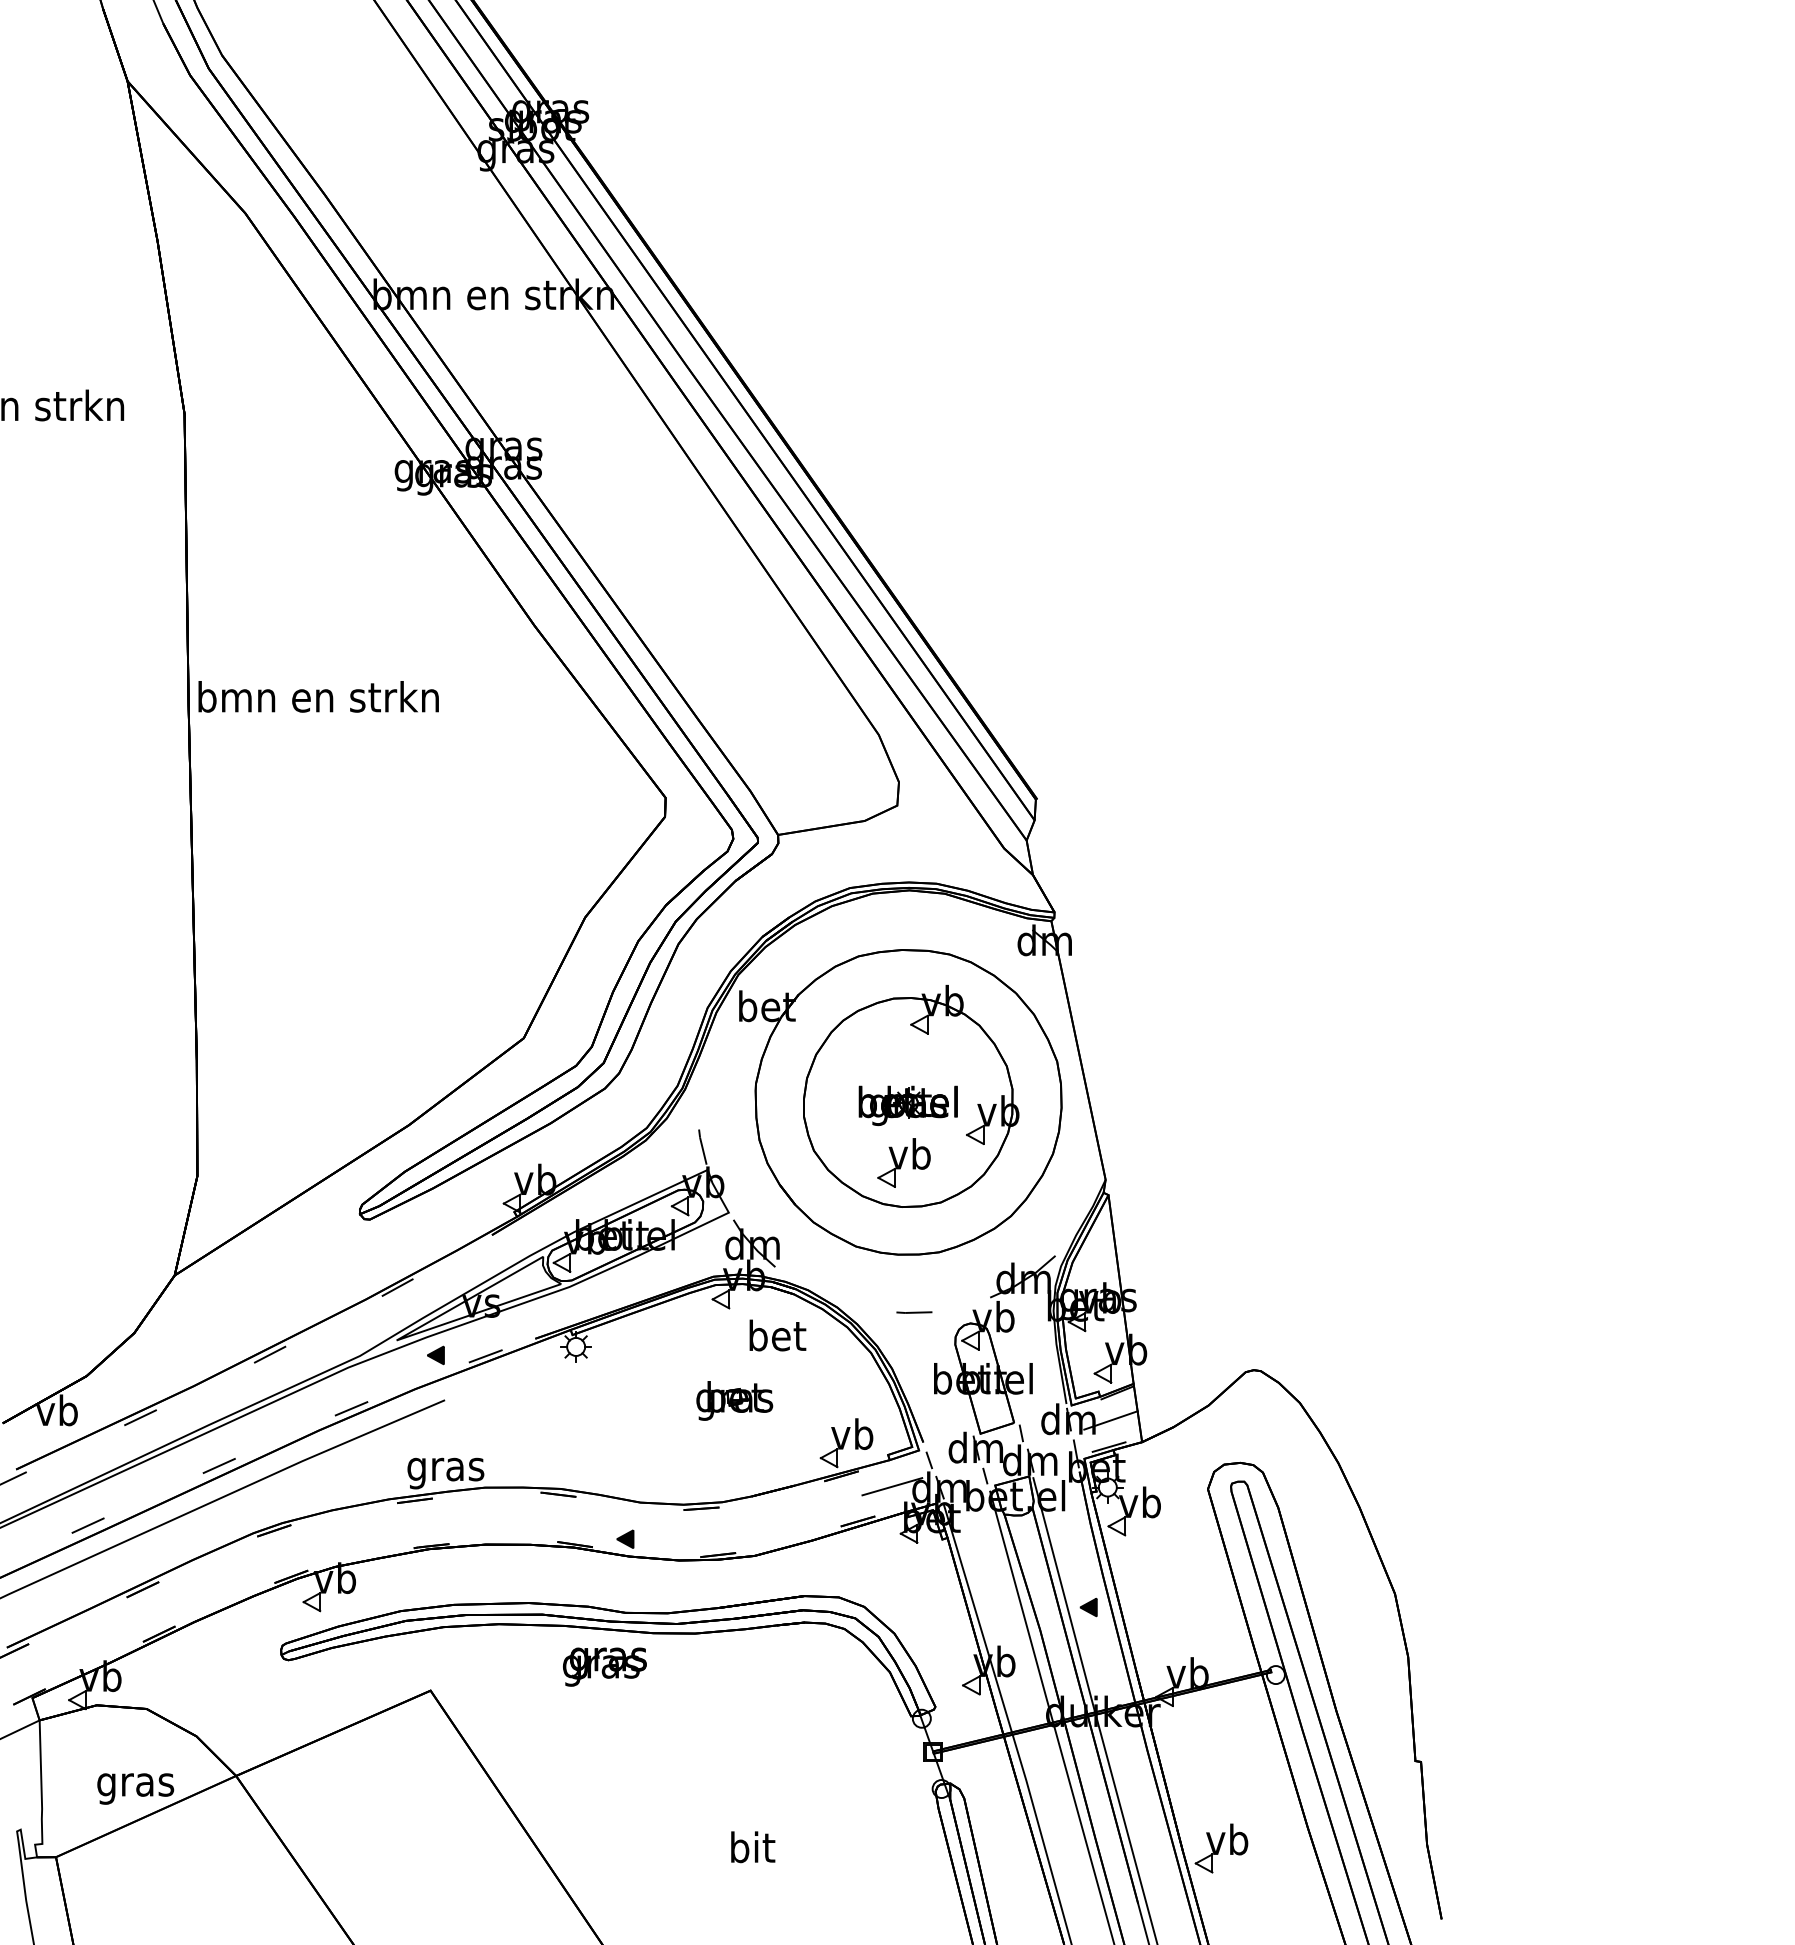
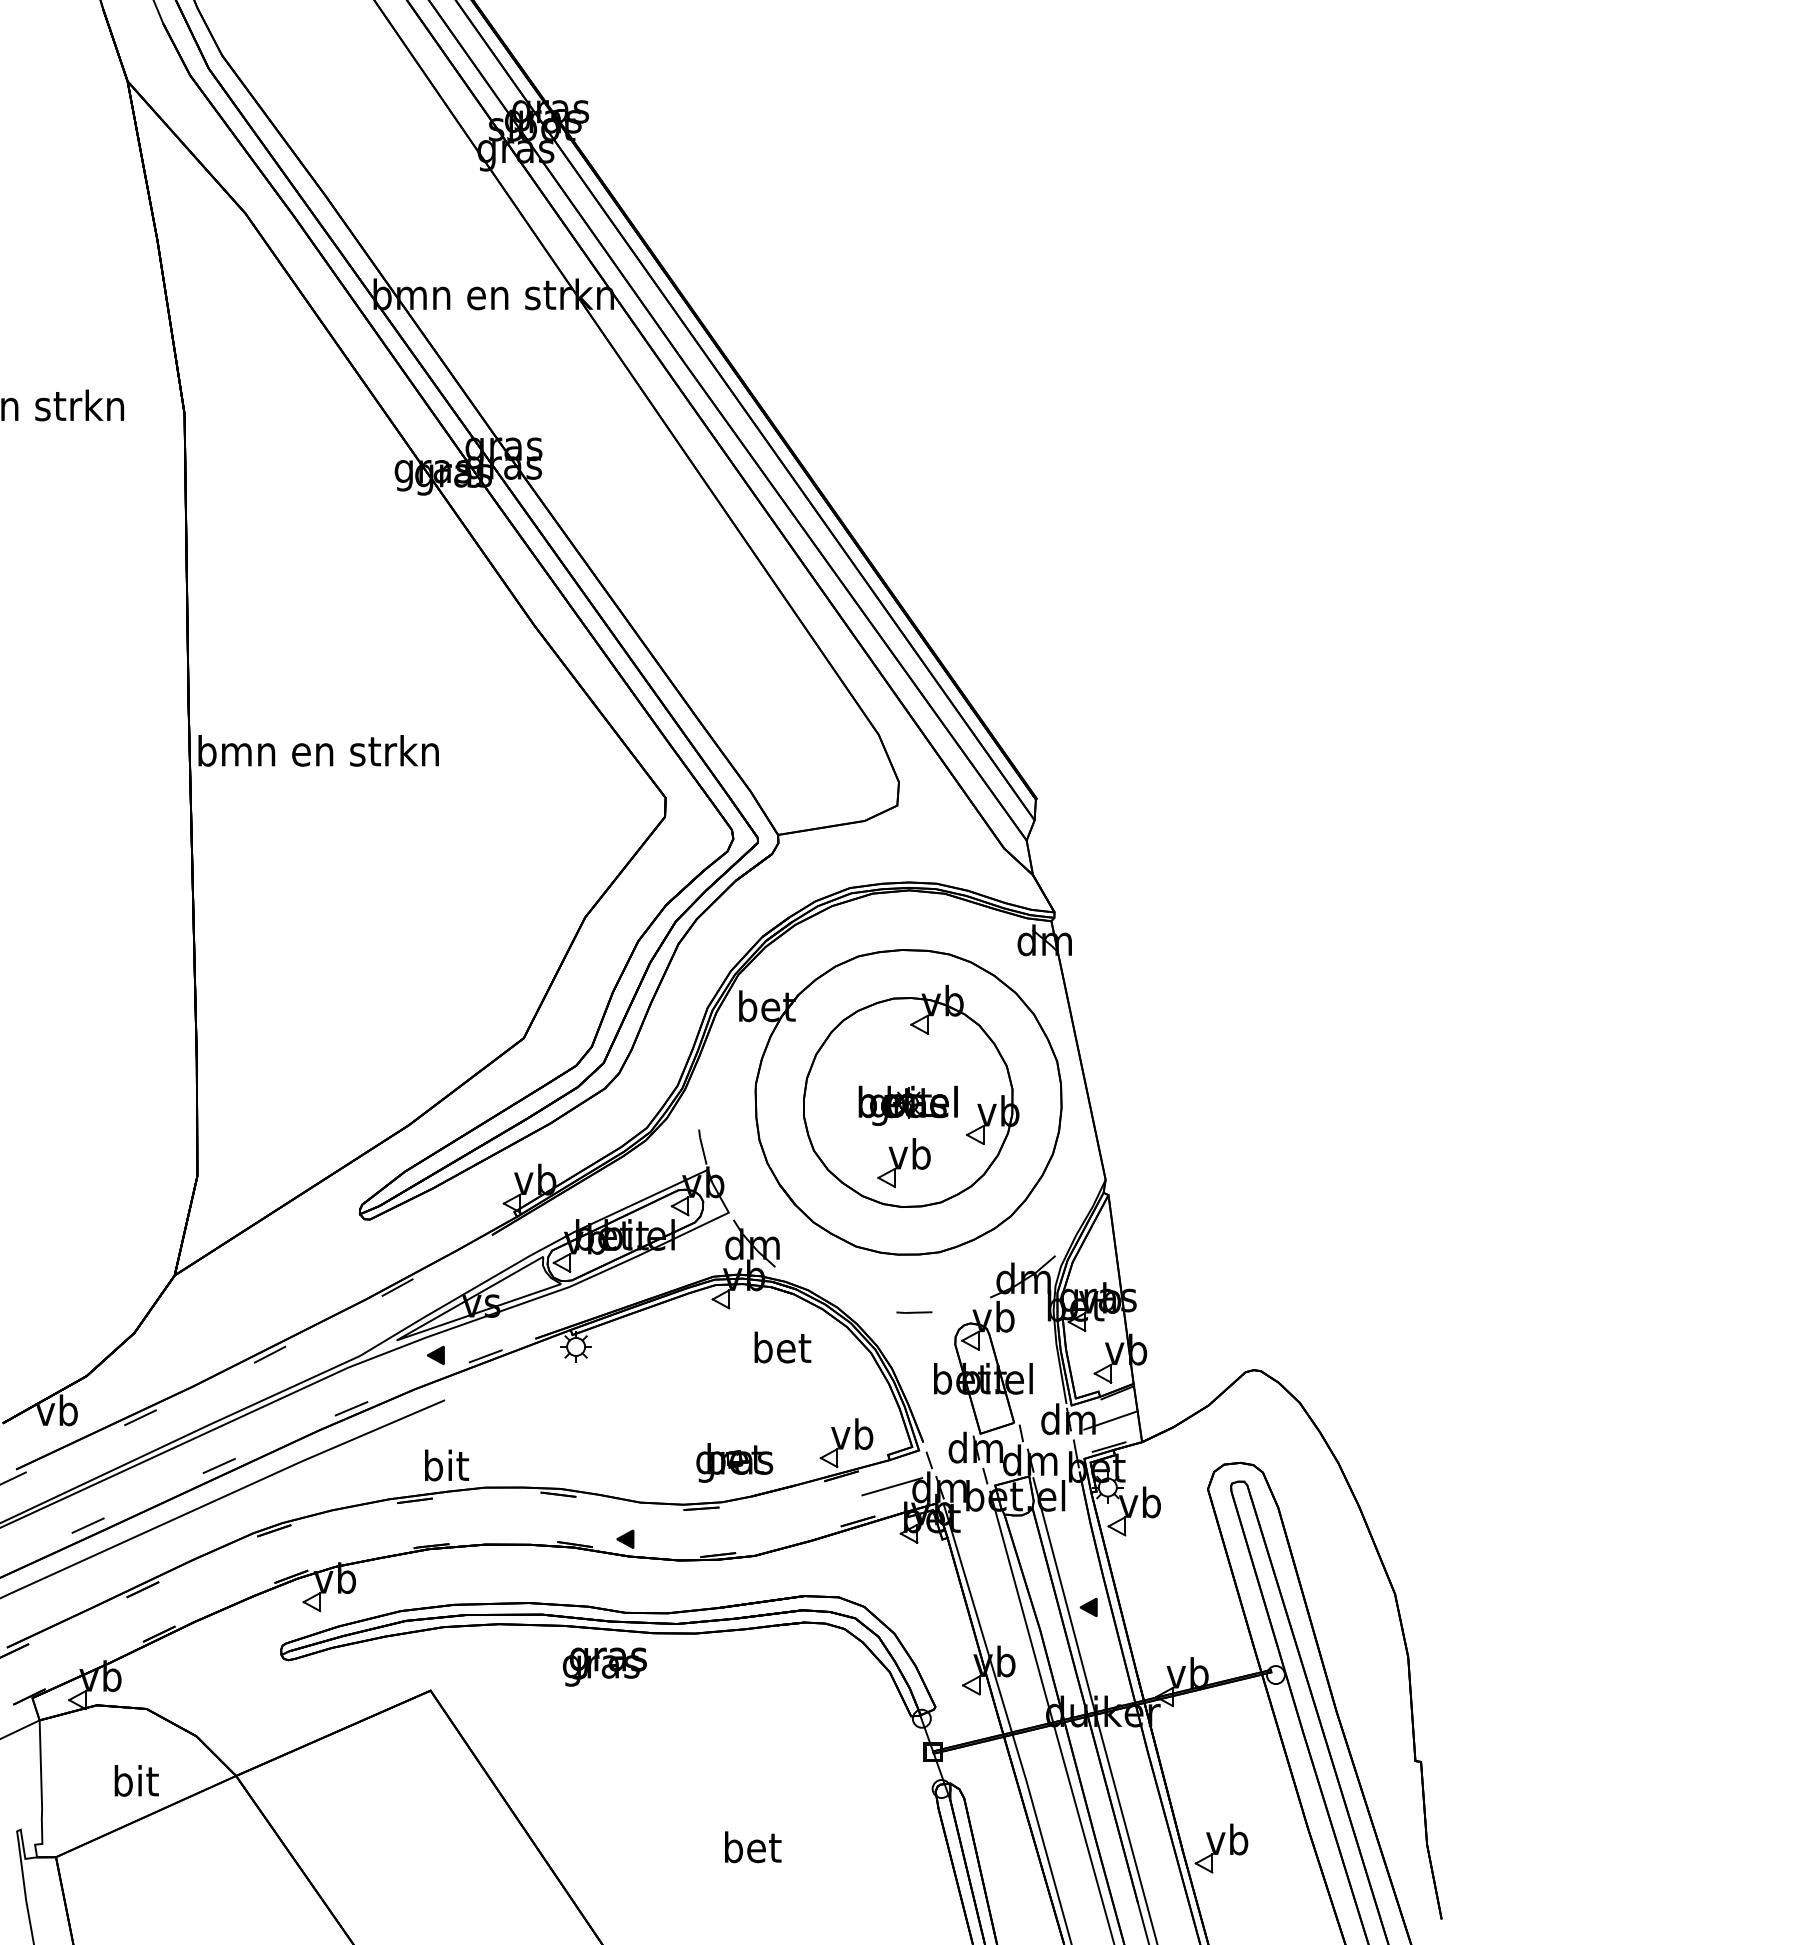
text at (318, 696) position: (318, 696) -> (318, 750)
text at (777, 1335) position: (777, 1335) -> (782, 1347)
part at (734, 1400) position: (734, 1400) -> (734, 1462)
text at (445, 1469): gras -> bit
text at (135, 1784): gras -> bit
text at (753, 1847): bit -> bet
